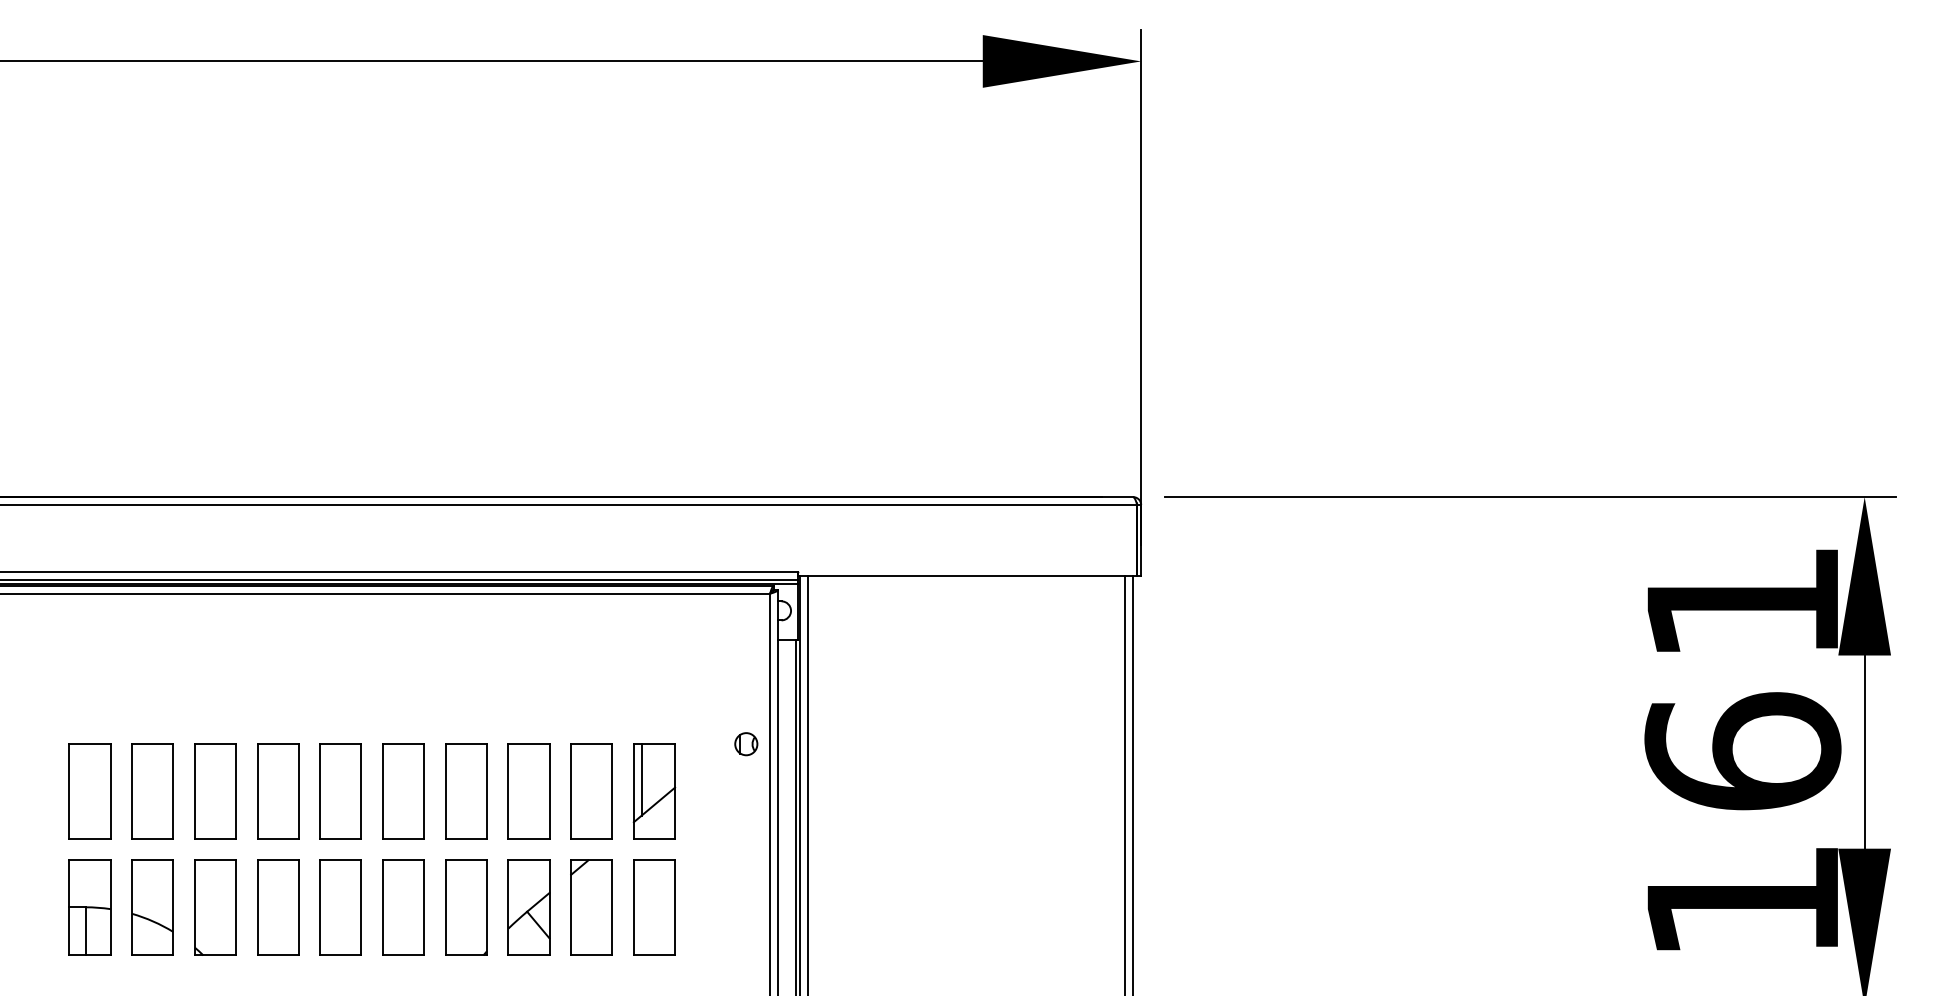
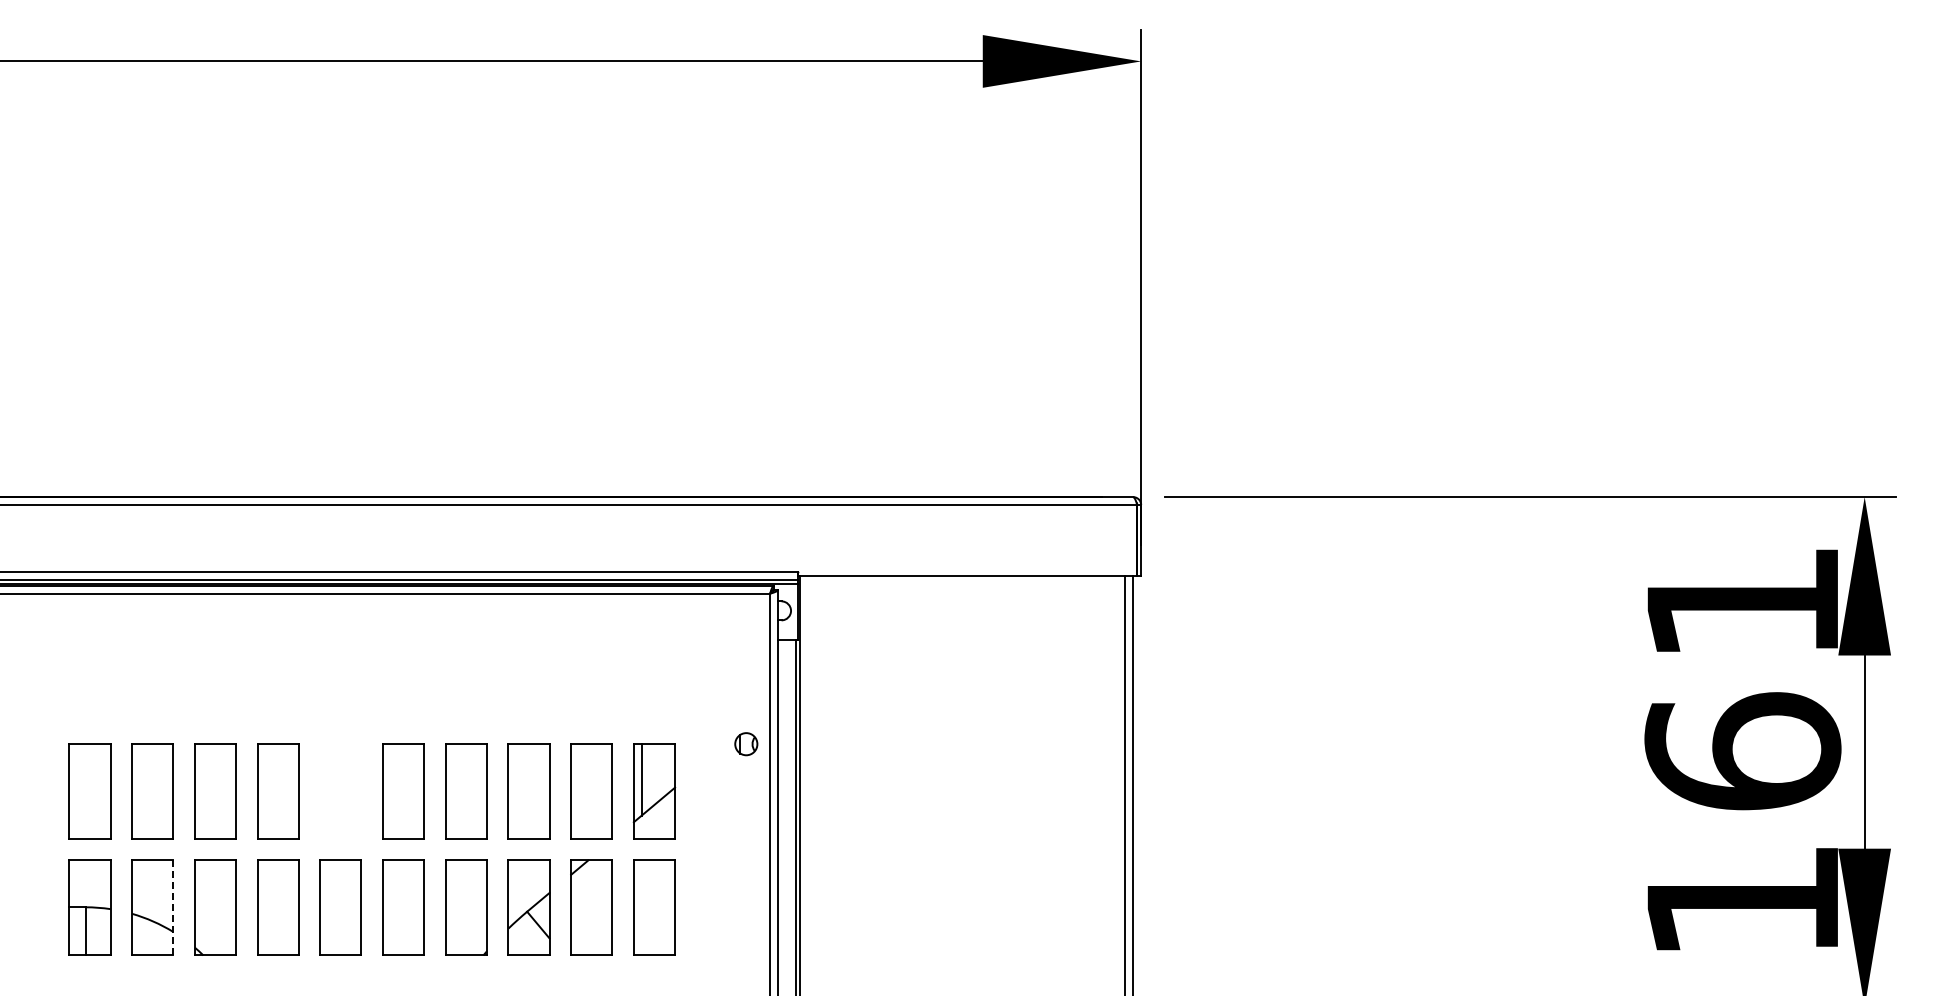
line at (807, 784): present -> none
part at (340, 791): present -> none
line at (173, 907): solid -> dashed
